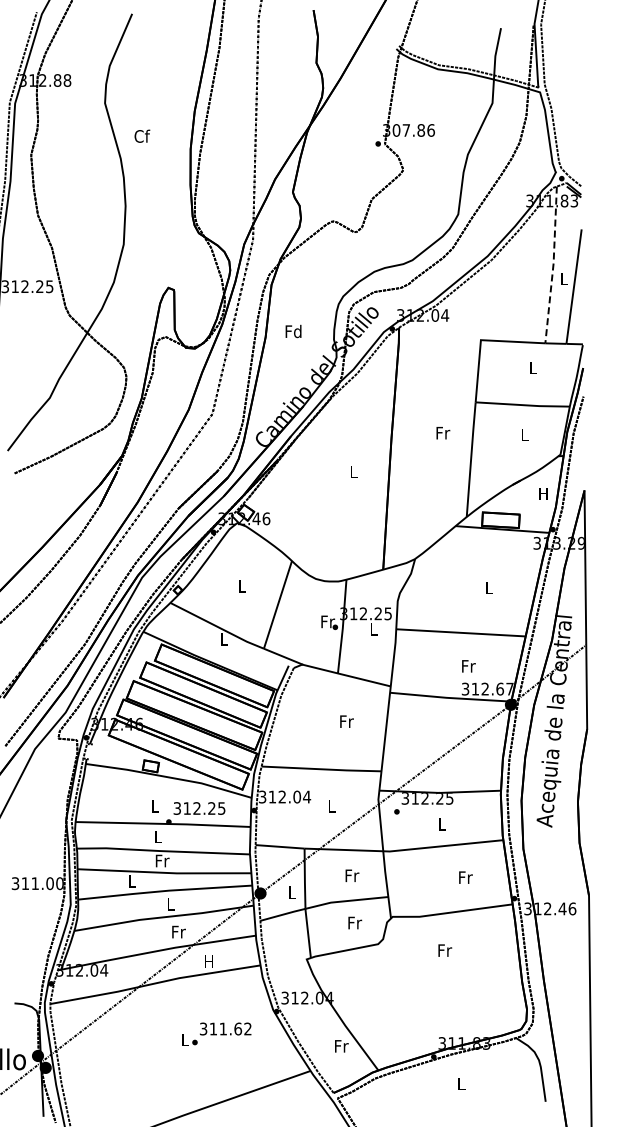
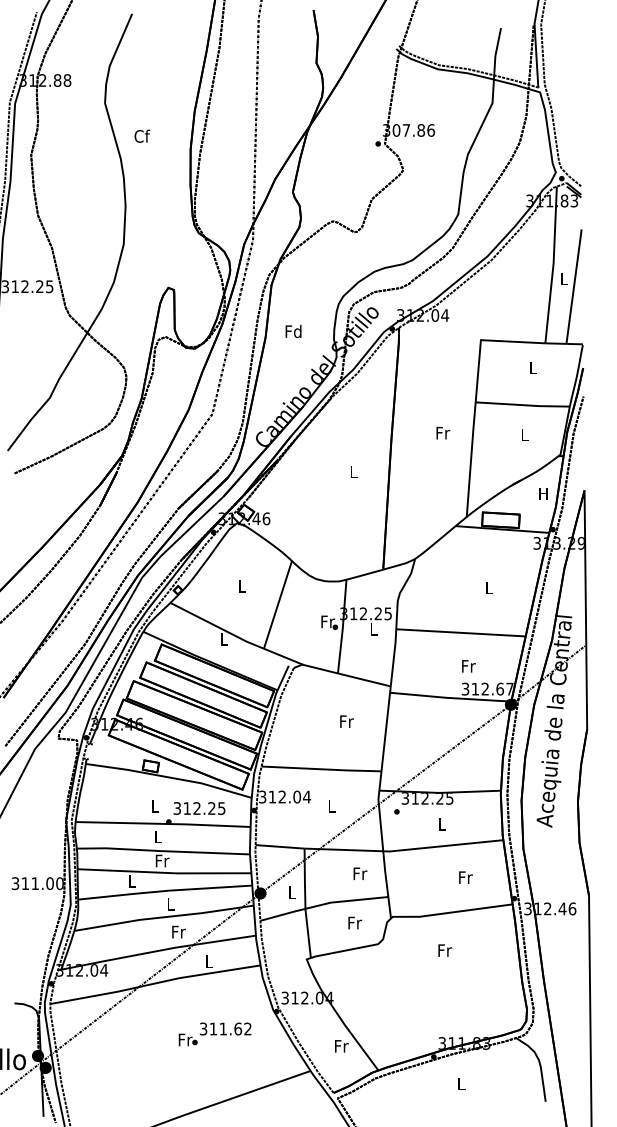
line at (553, 265): dashed -> solid
text at (352, 875) position: (352, 875) -> (360, 873)
text at (208, 961): H -> L
text at (185, 1039): L -> Fr
